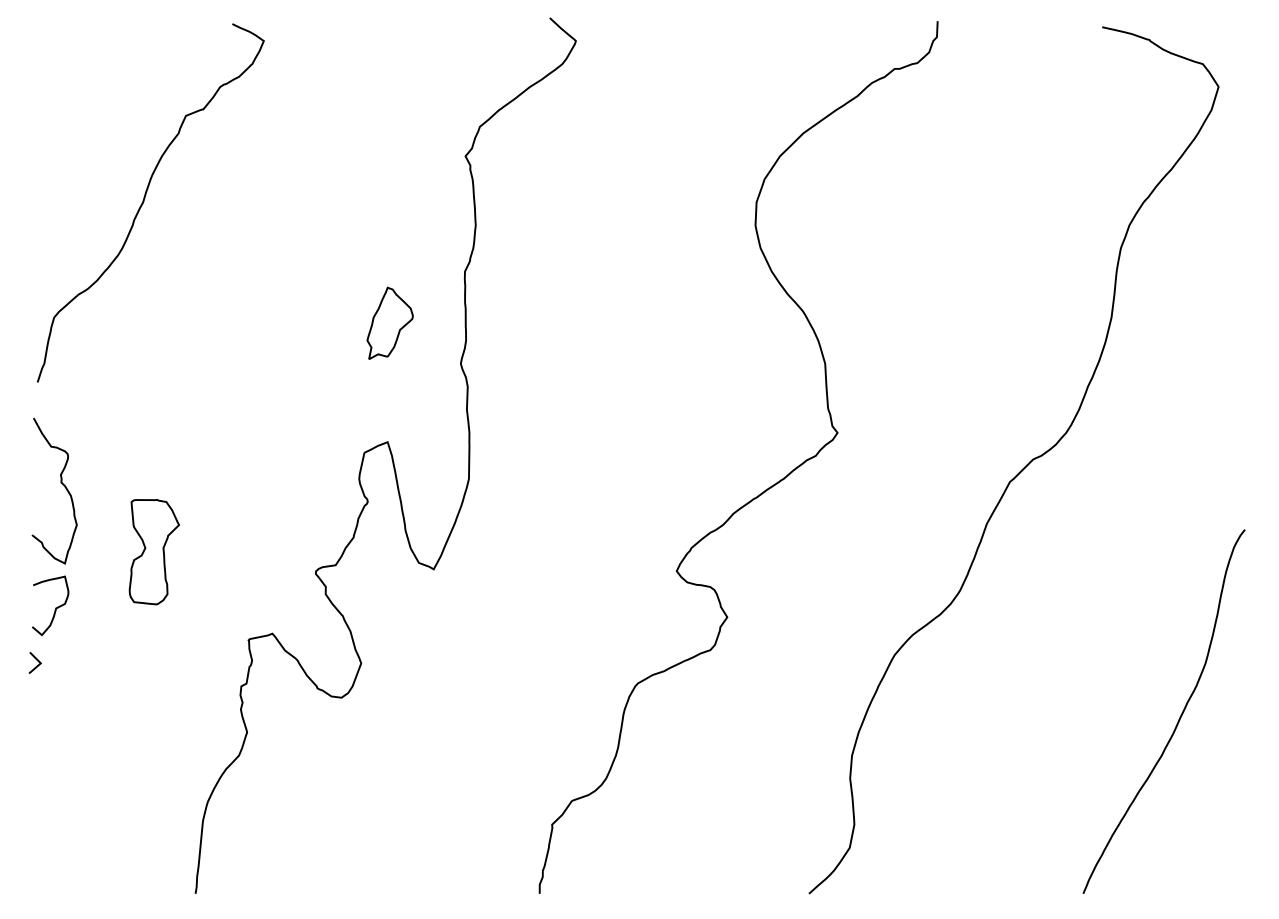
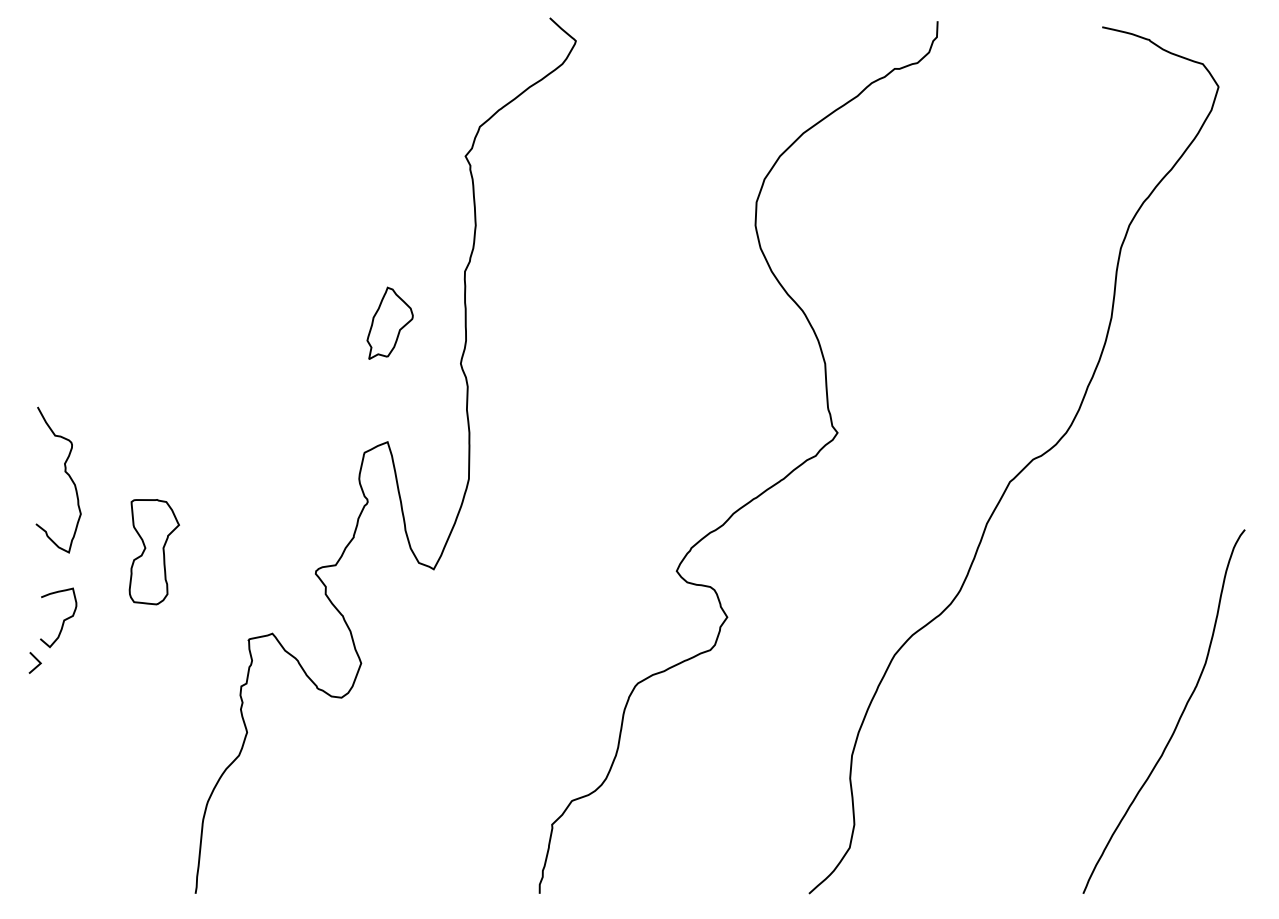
curve at (144, 202): present -> none
curve at (60, 483) position: (60, 483) -> (64, 472)
curve at (55, 607) position: (55, 607) -> (63, 619)
